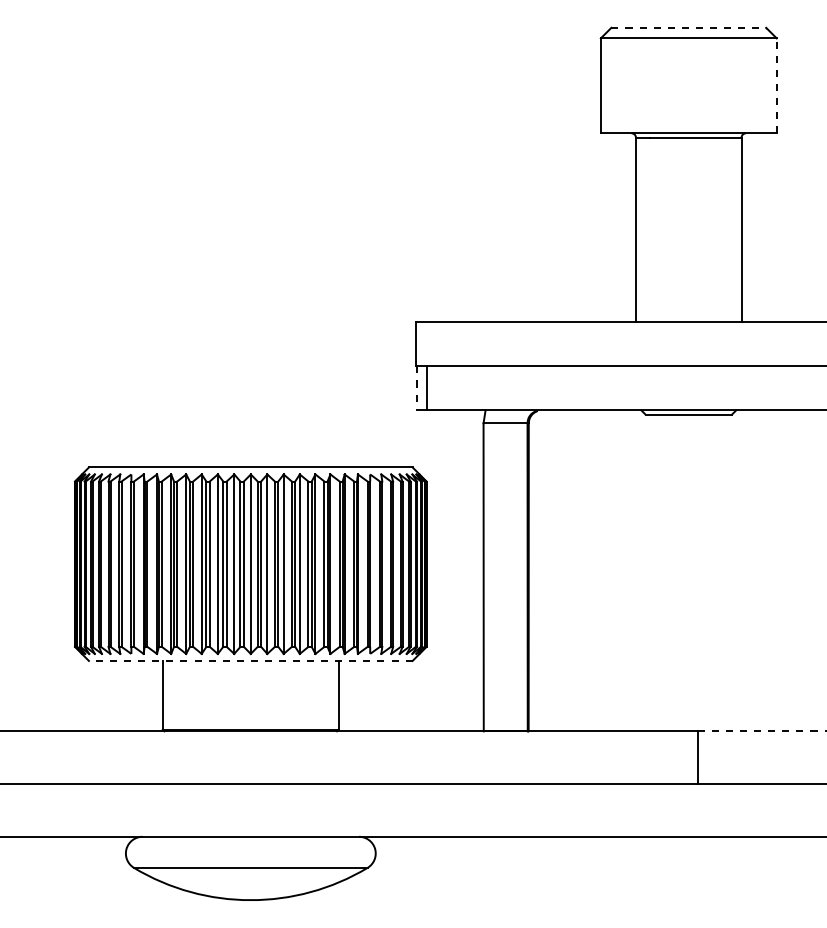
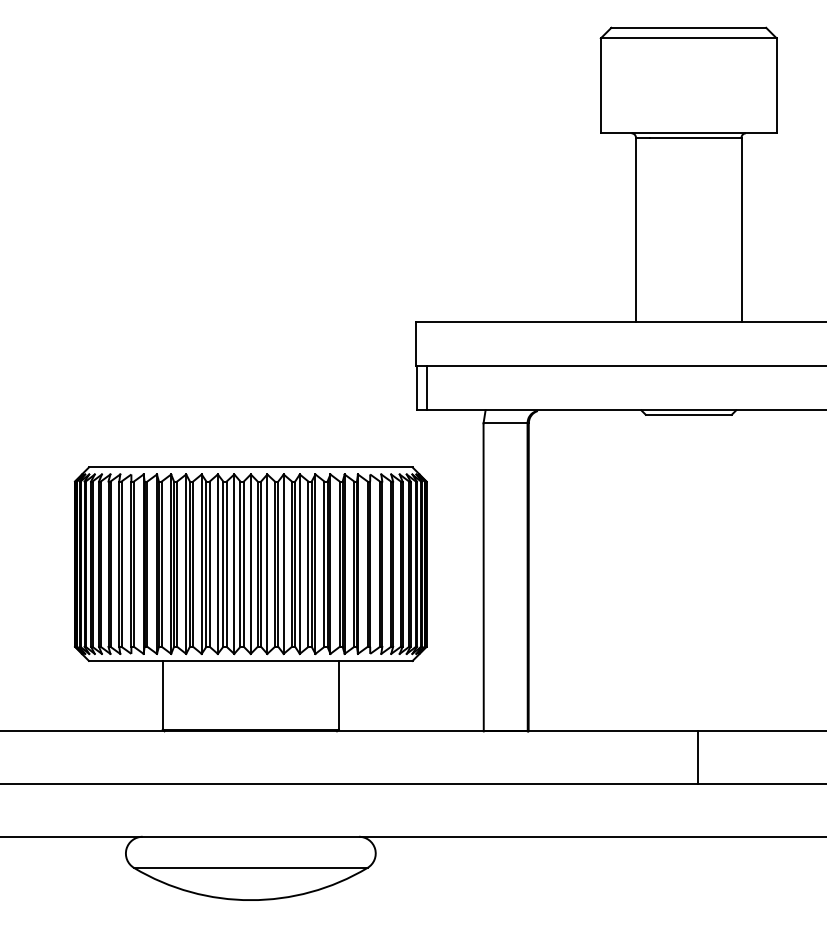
line at (689, 27): dashed -> solid
line at (776, 85): dashed -> solid
line at (416, 388): dashed -> solid
line at (250, 660): dashed -> solid
line at (762, 731): dashed -> solid
